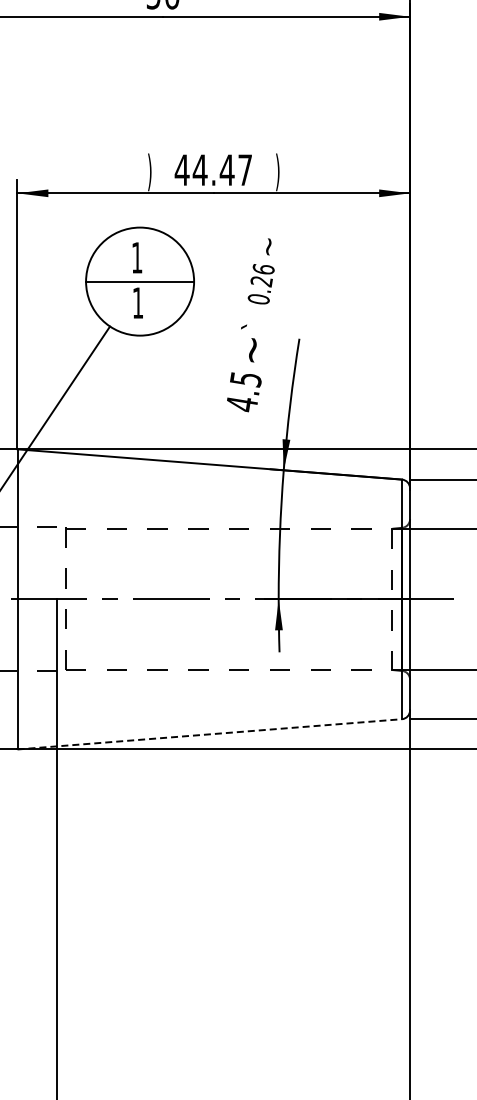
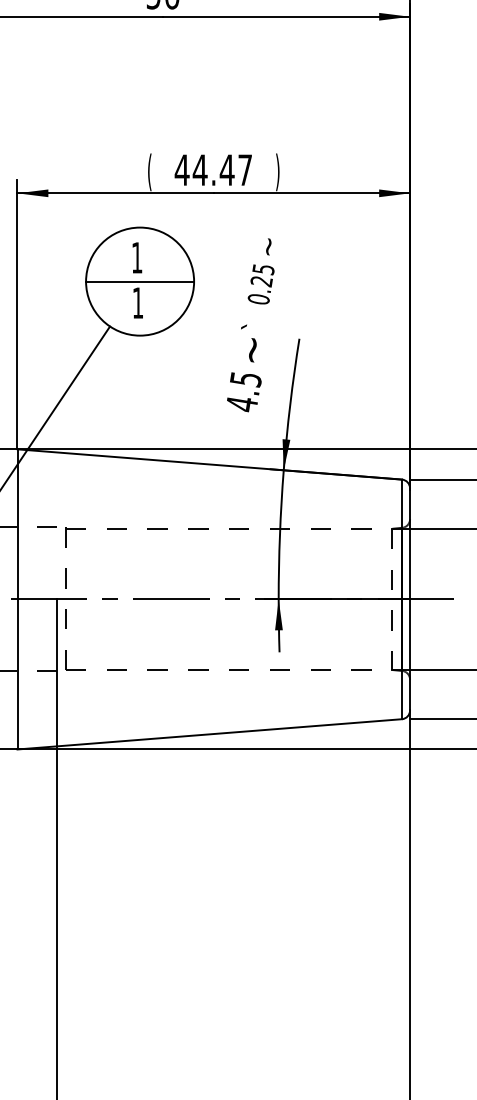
text at (149, 172): ) -> (
text at (263, 269): 0.26 -> 0.25
line at (209, 734): dashed -> solid
